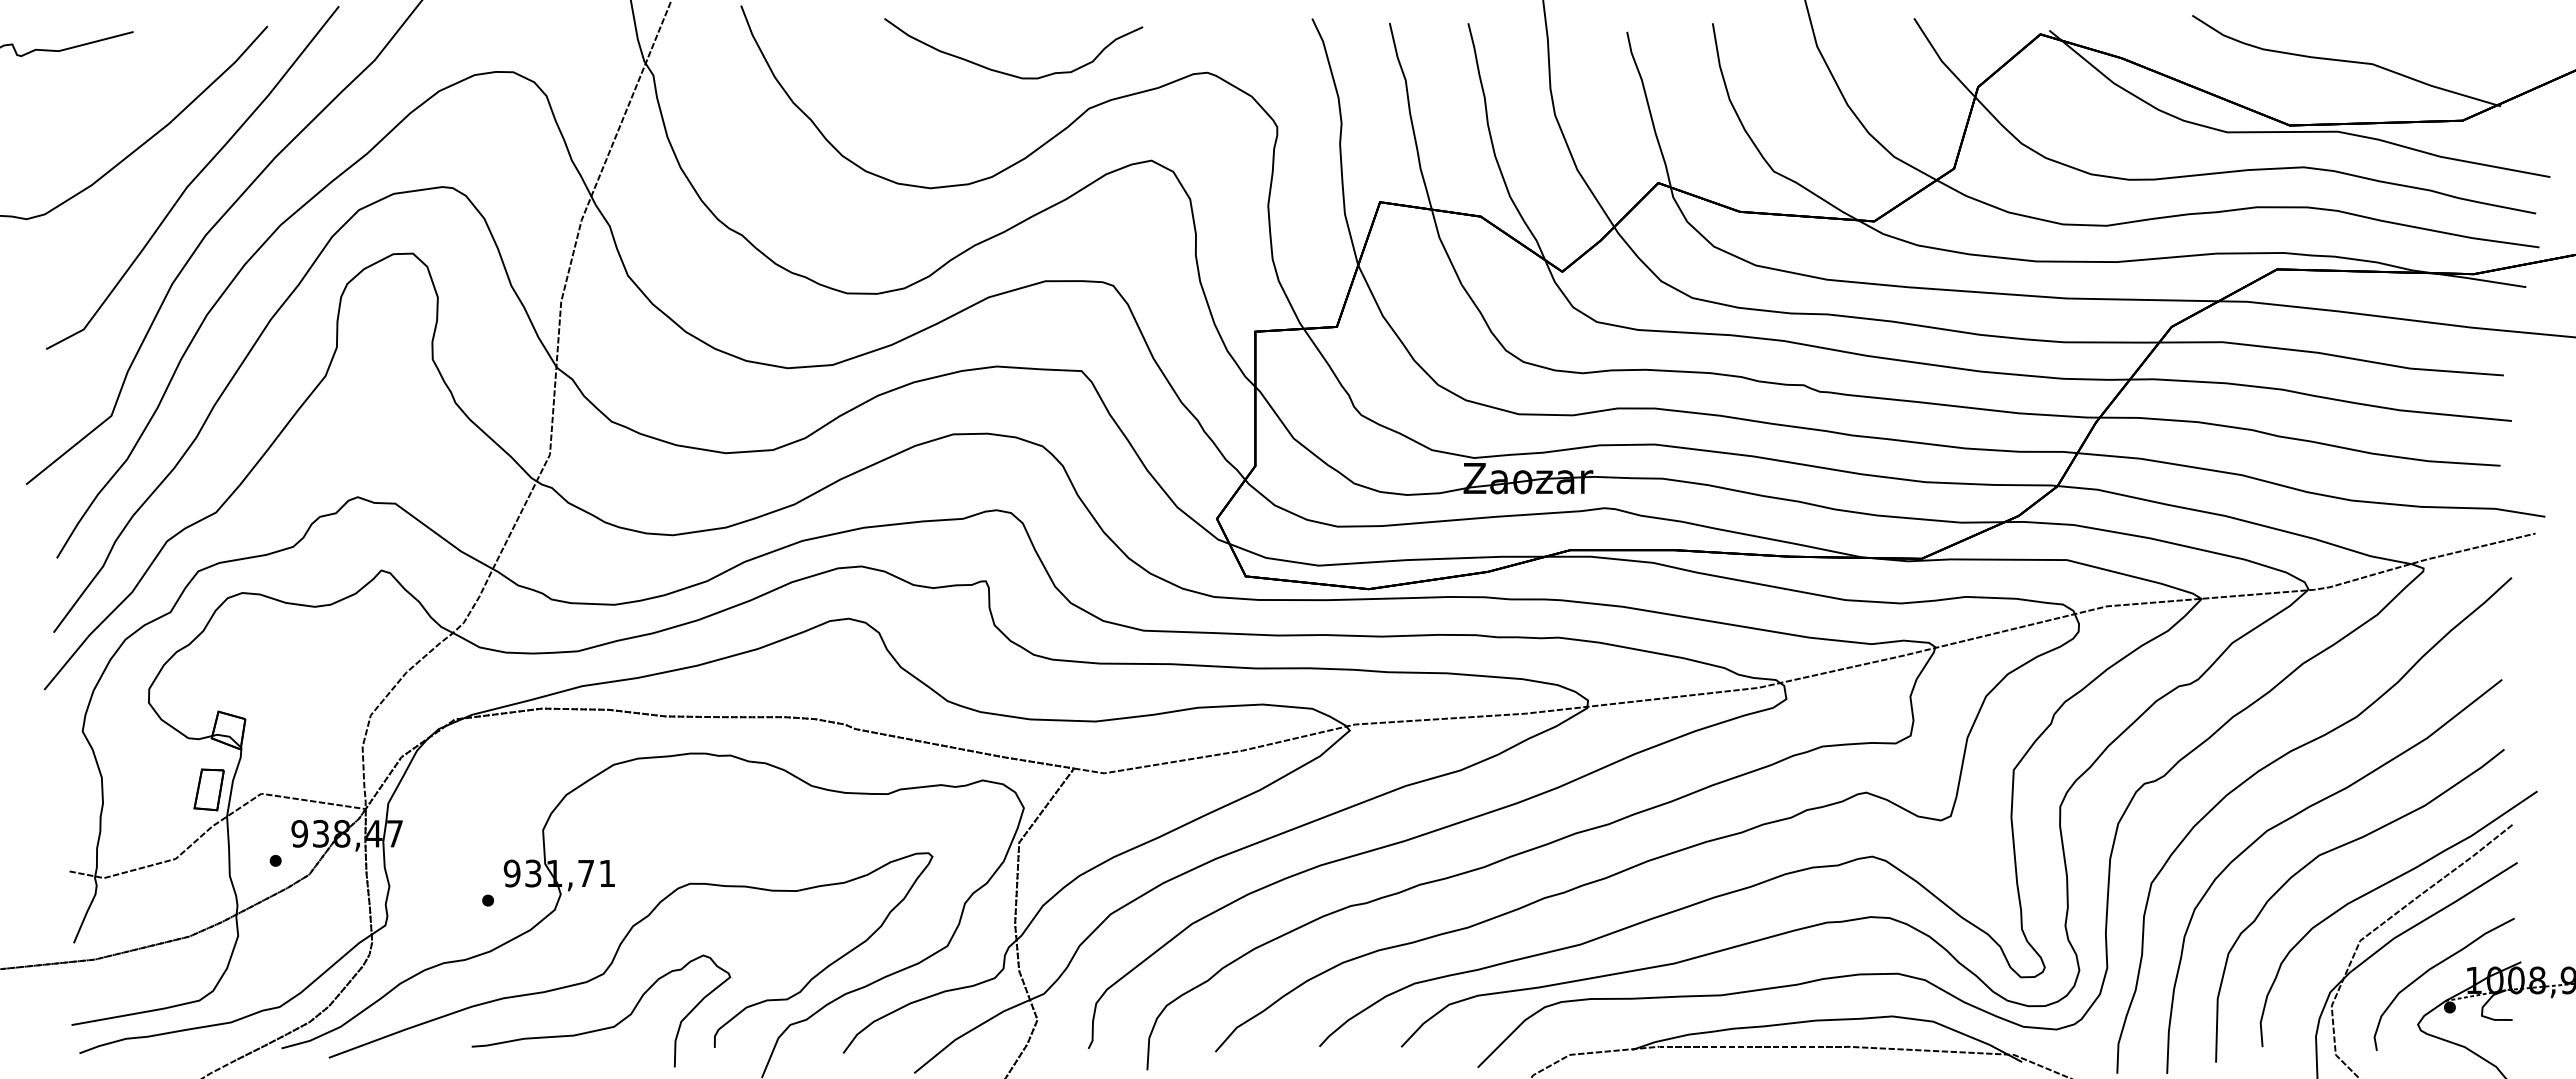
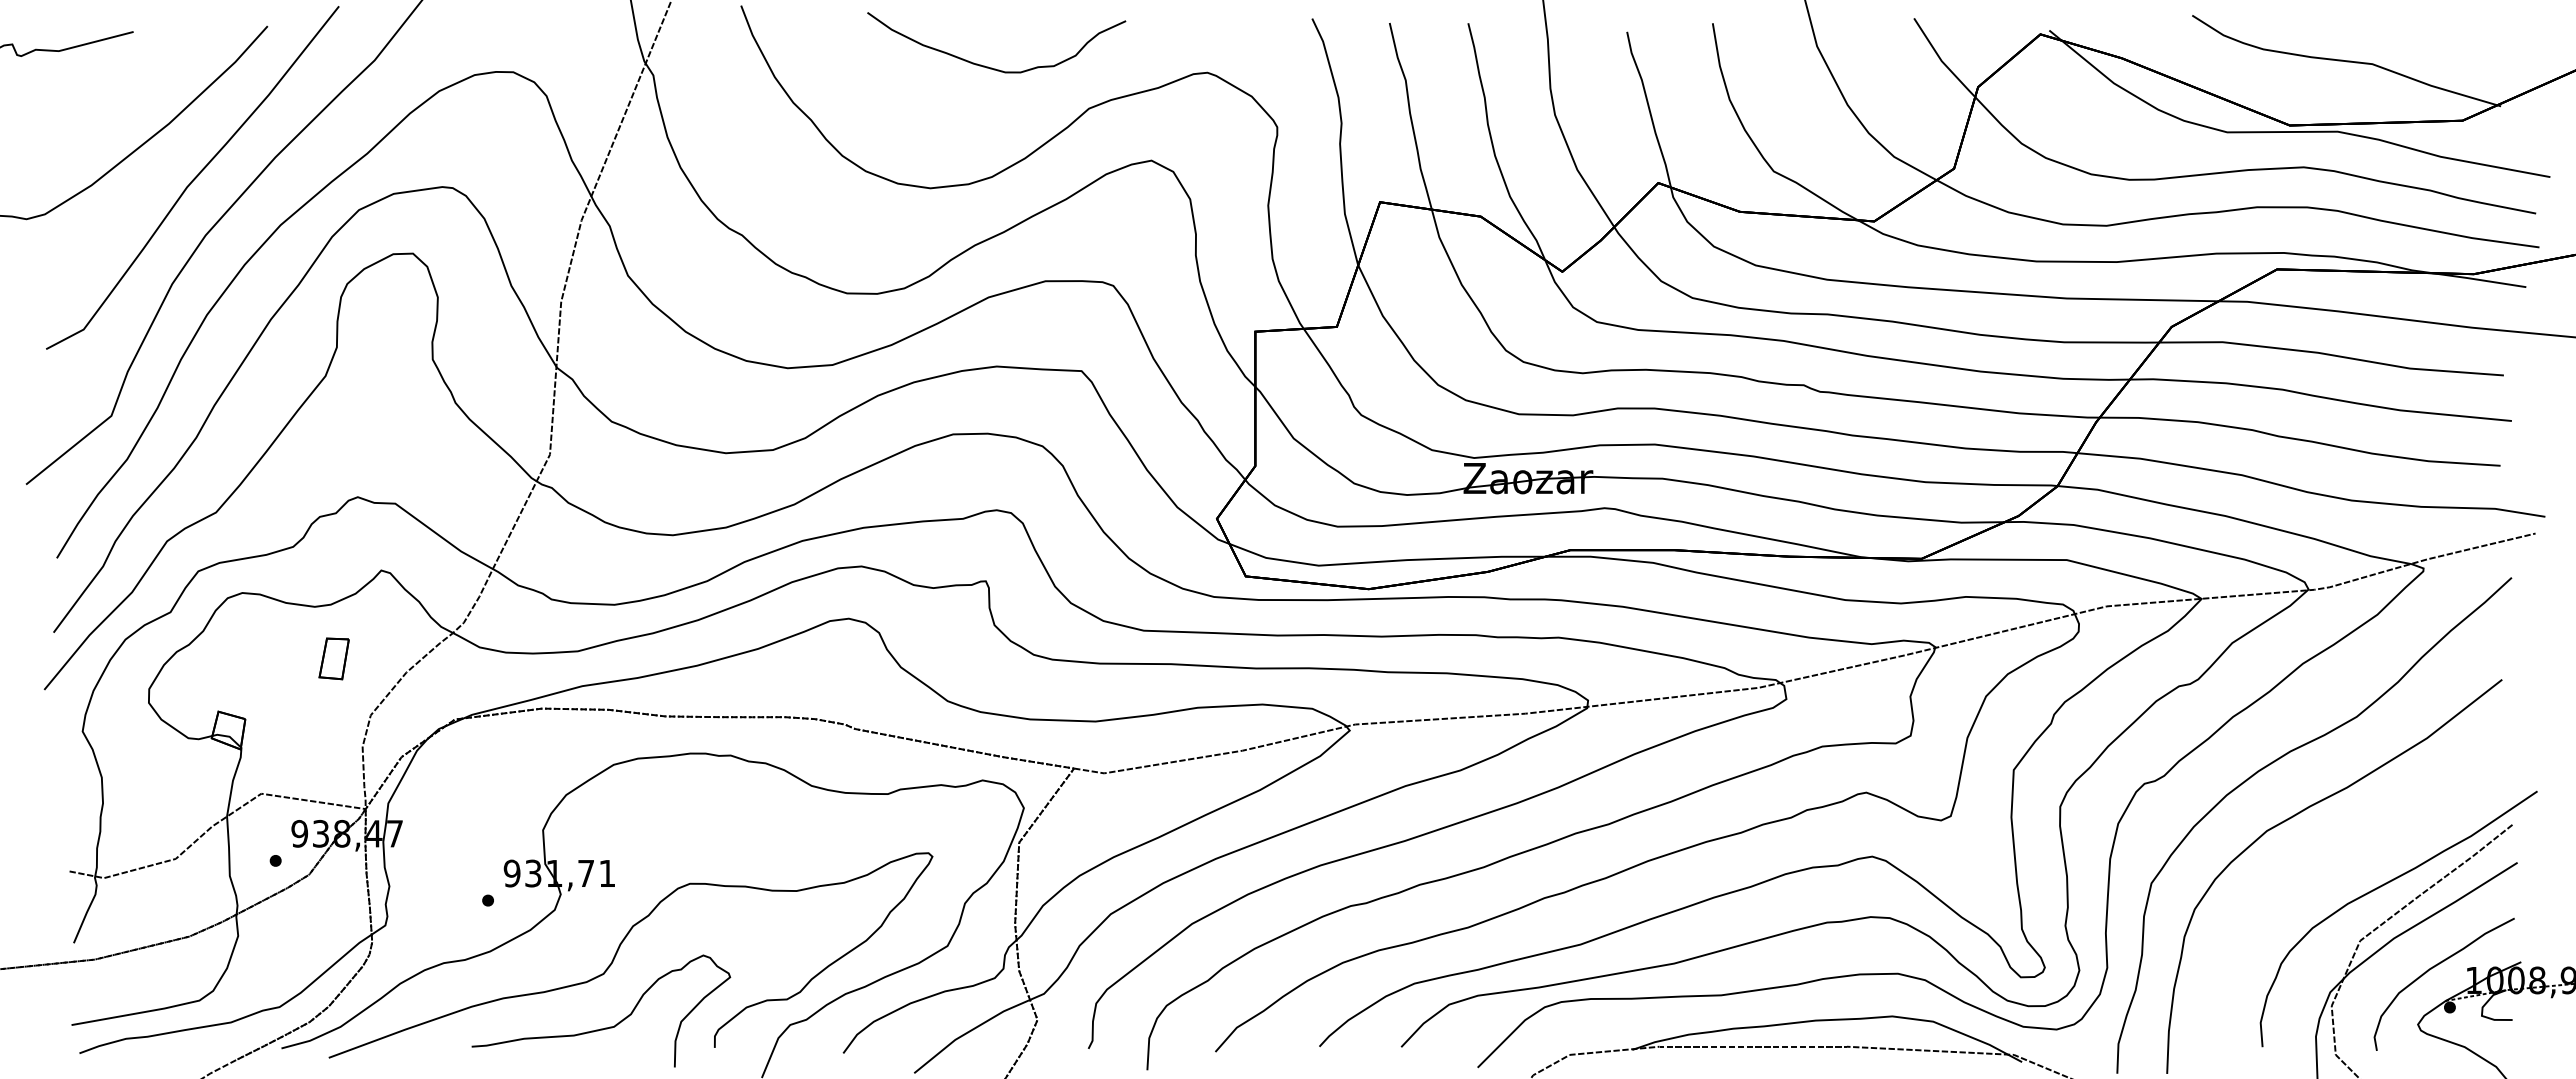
curve at (1005, 72) position: (1005, 72) -> (988, 66)
part at (208, 789) position: (208, 789) -> (333, 658)
curve at (2336, 849): present -> none
